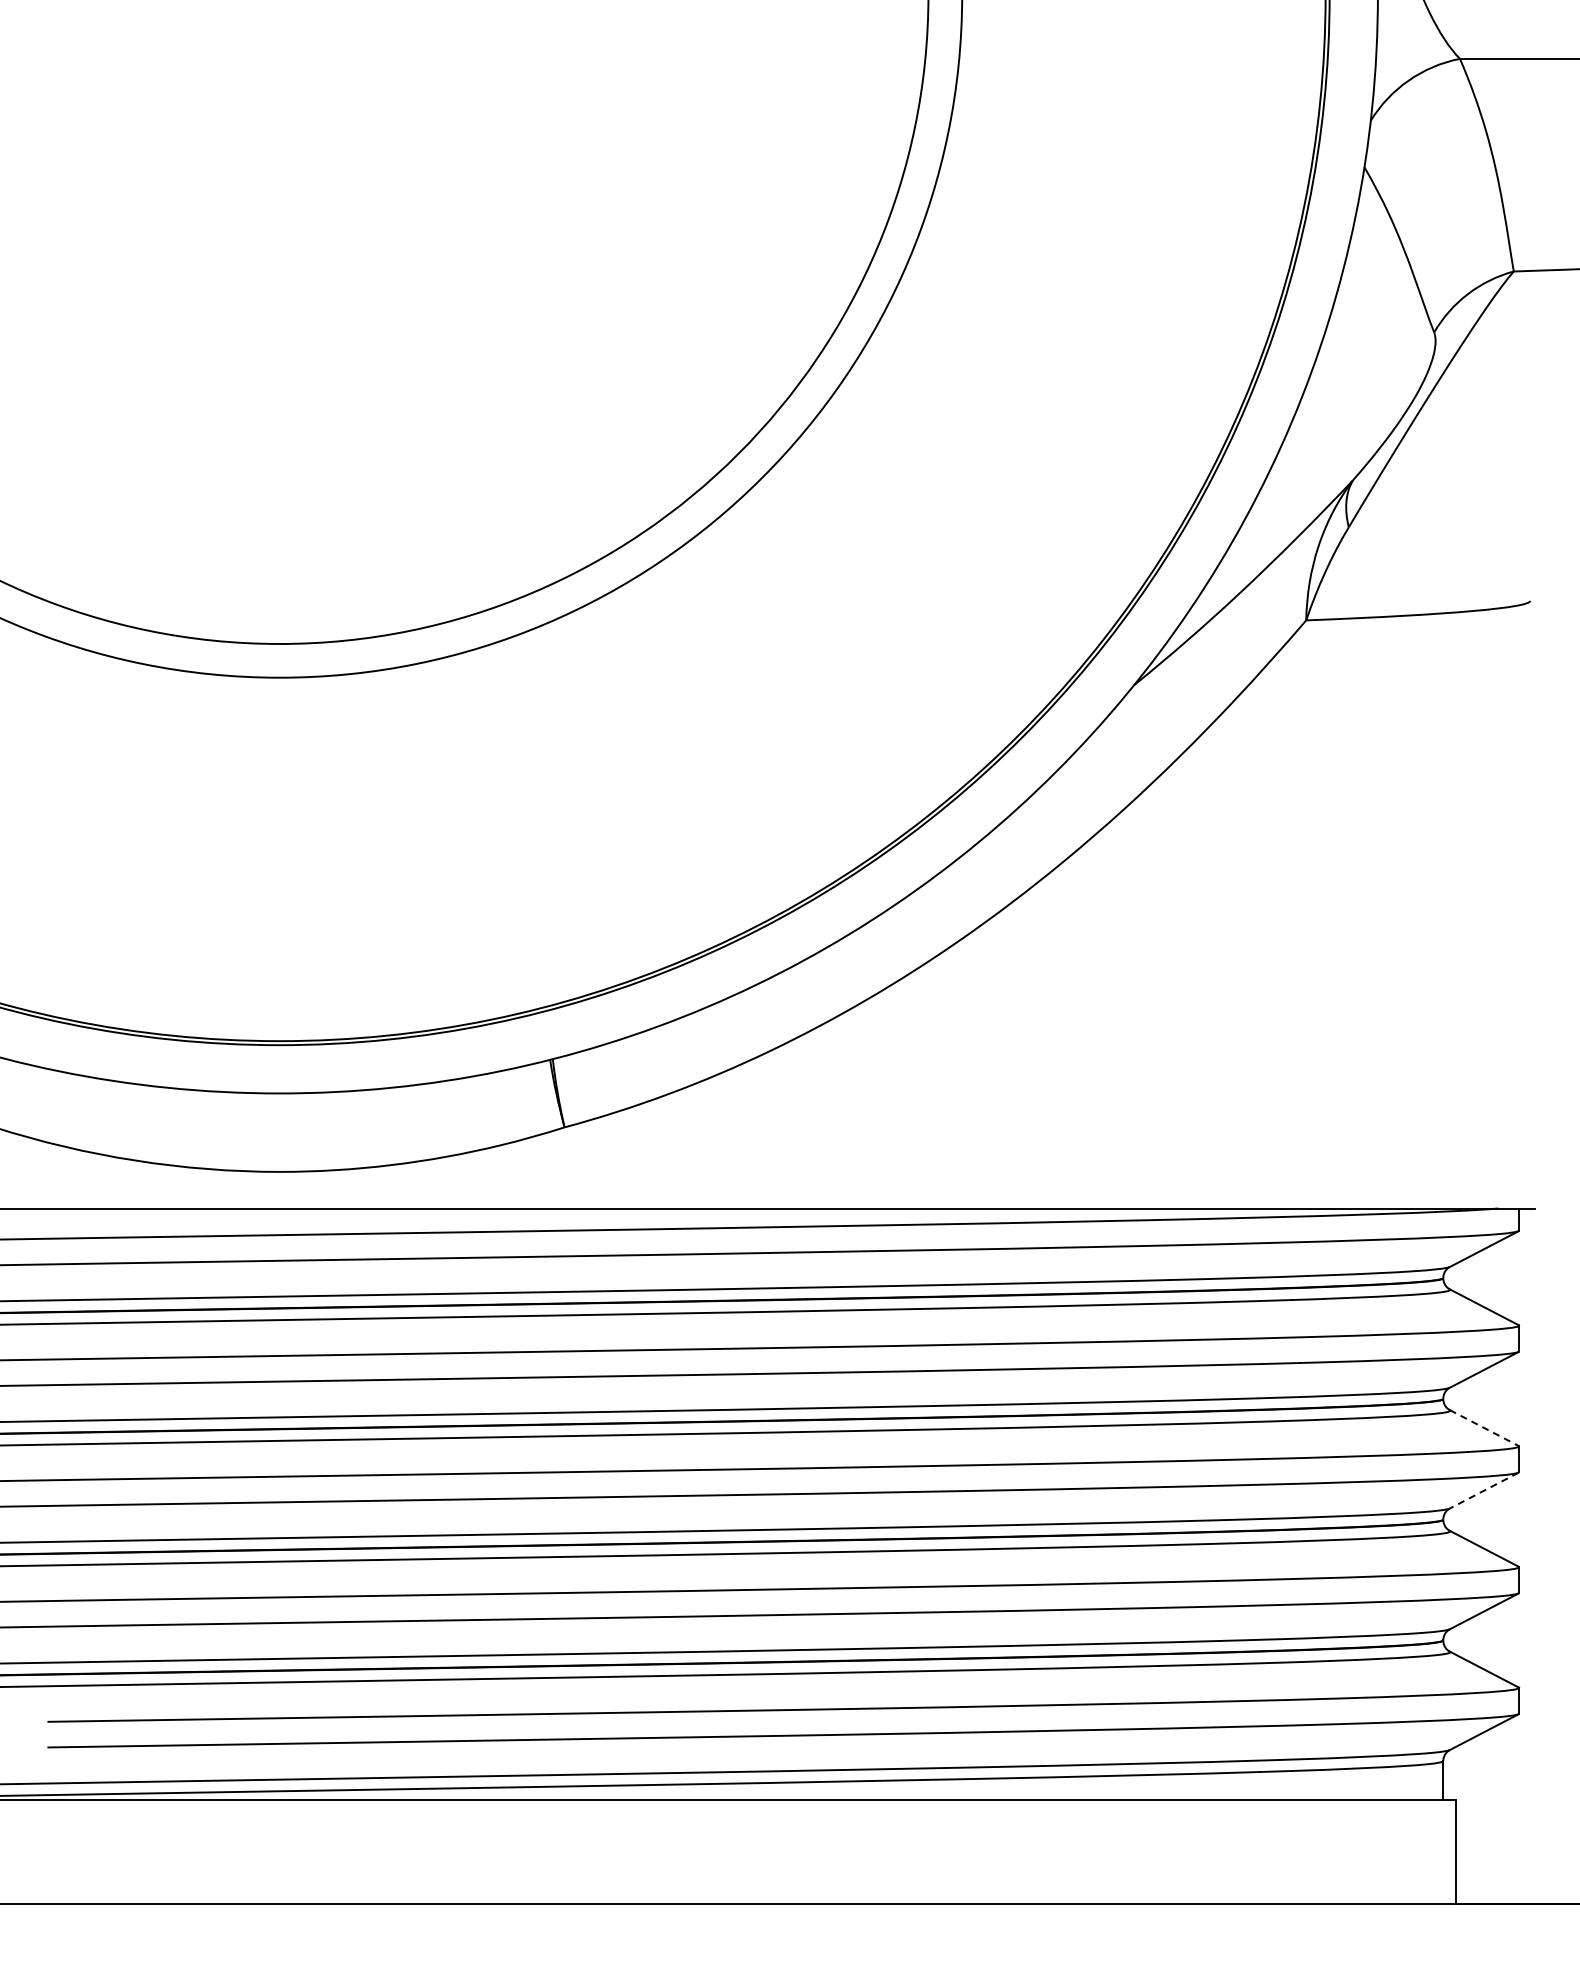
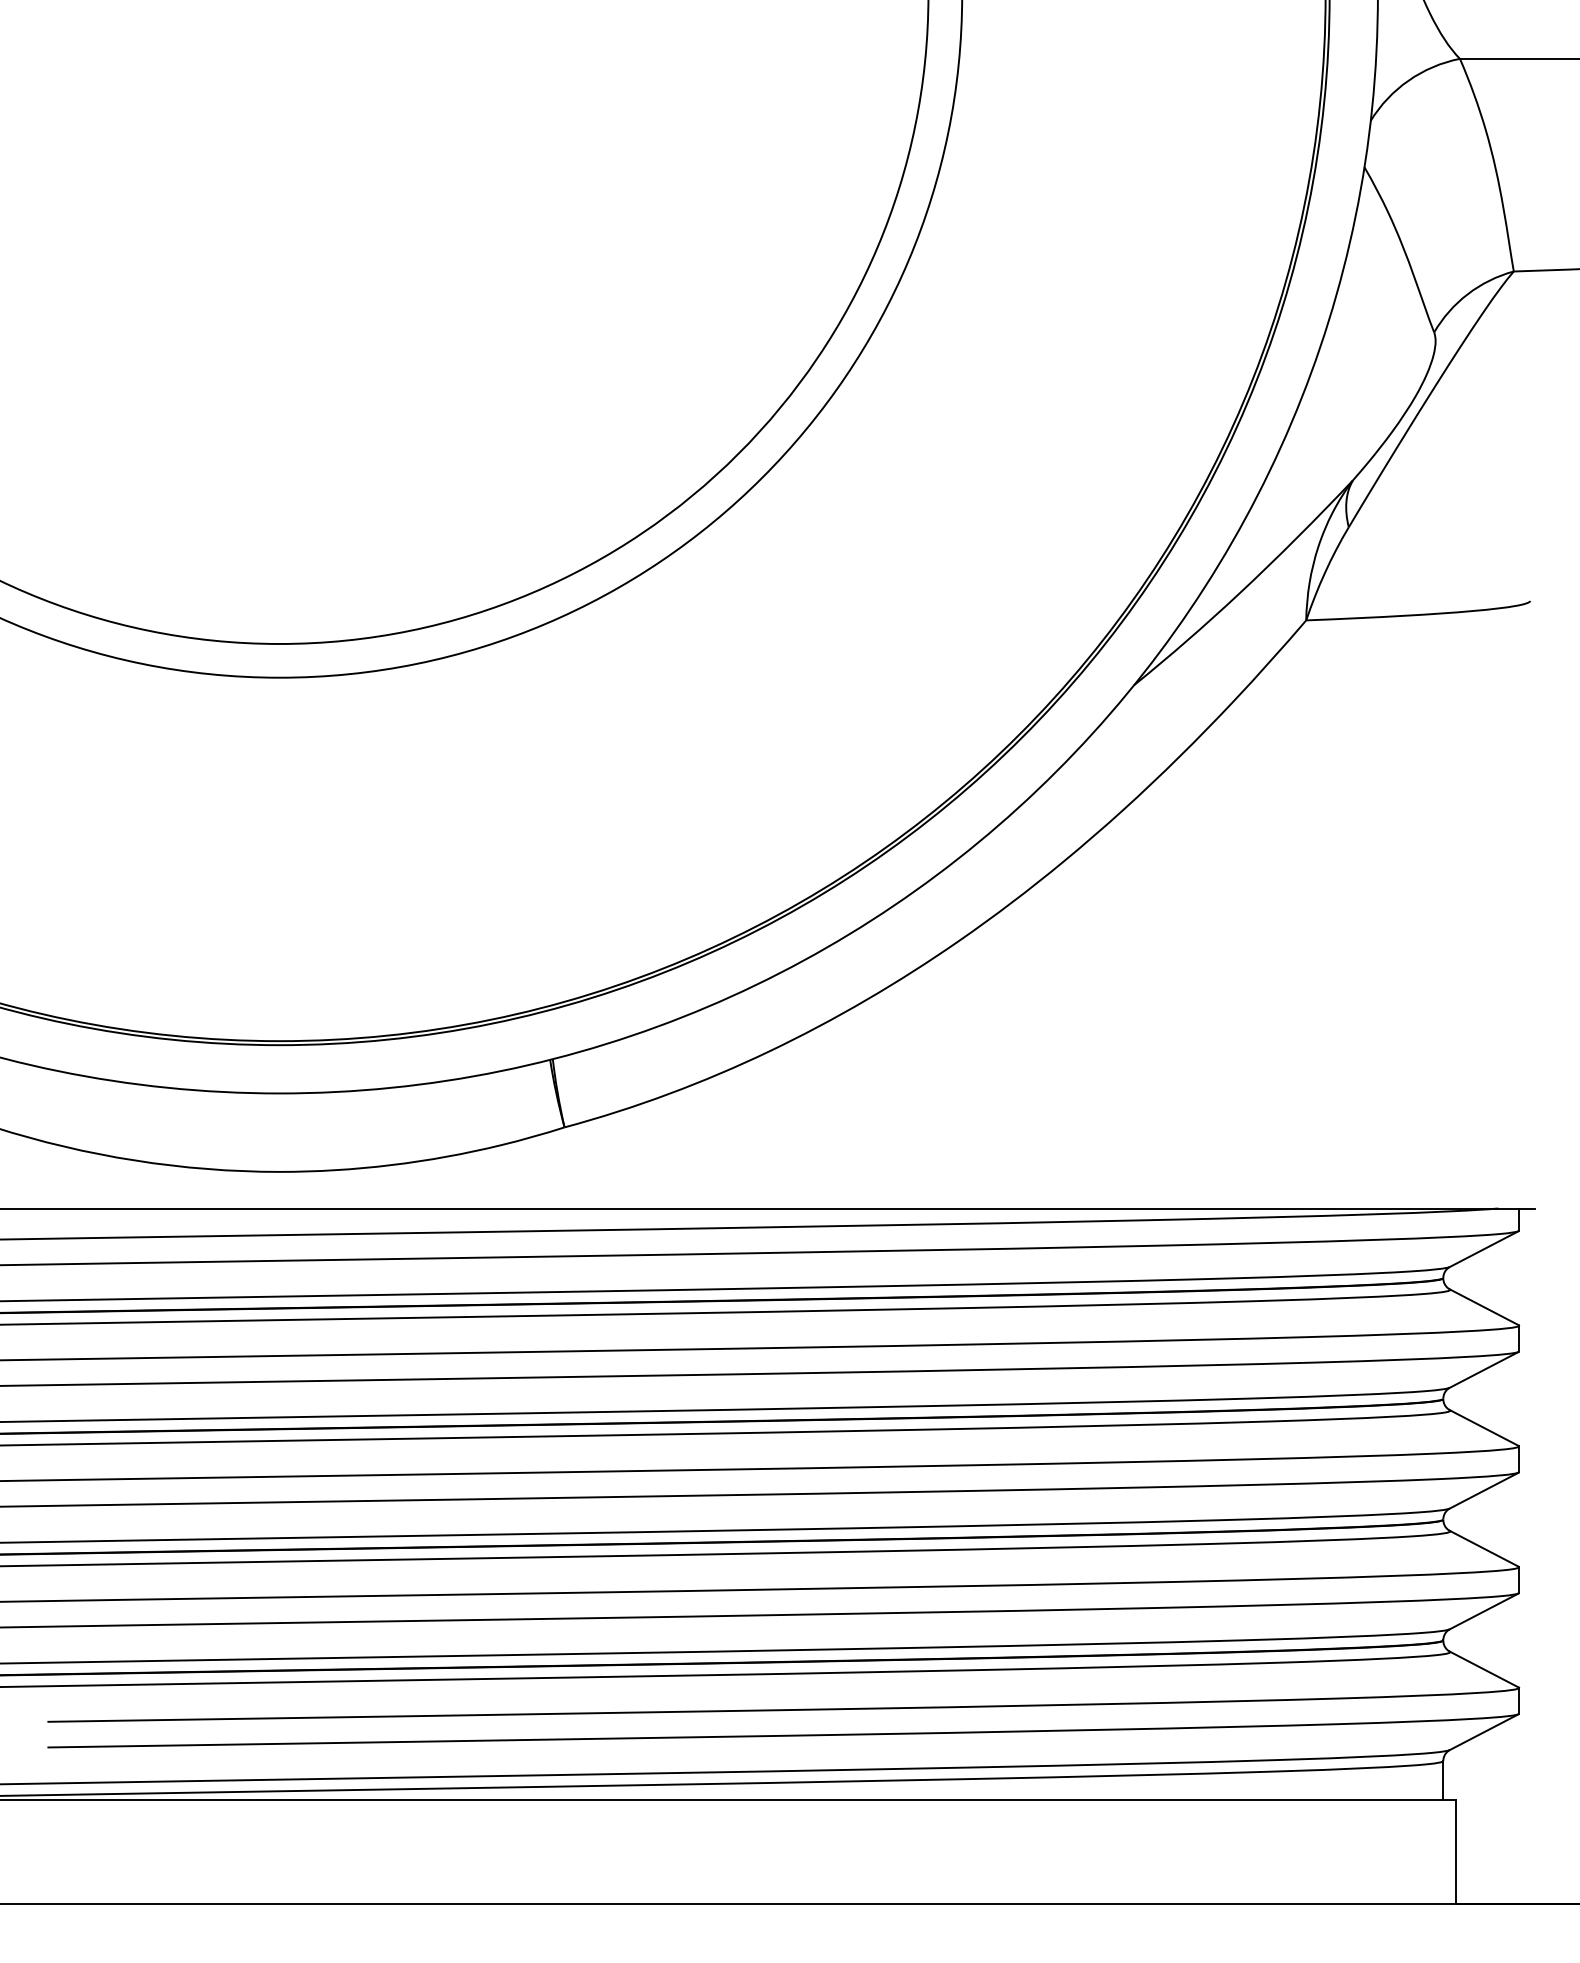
line at (1484, 1427): dashed -> solid
line at (1484, 1490): dashed -> solid
